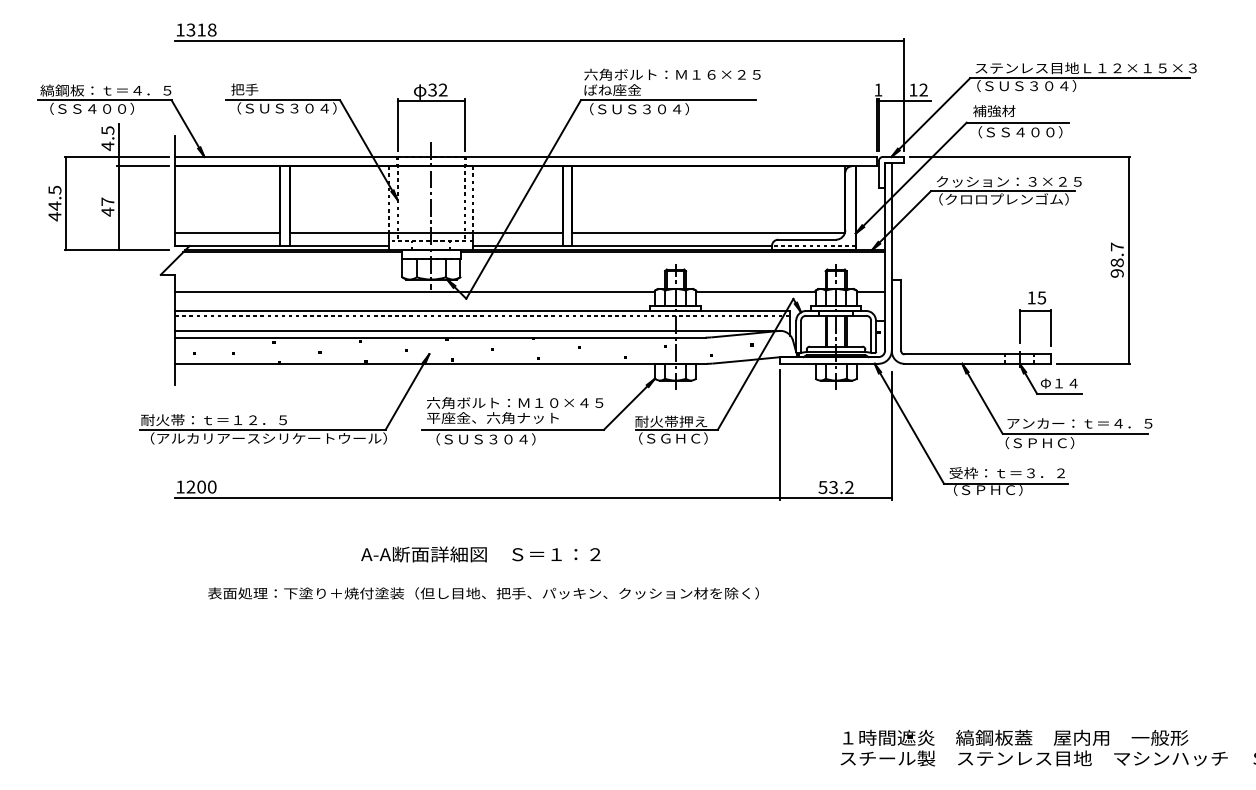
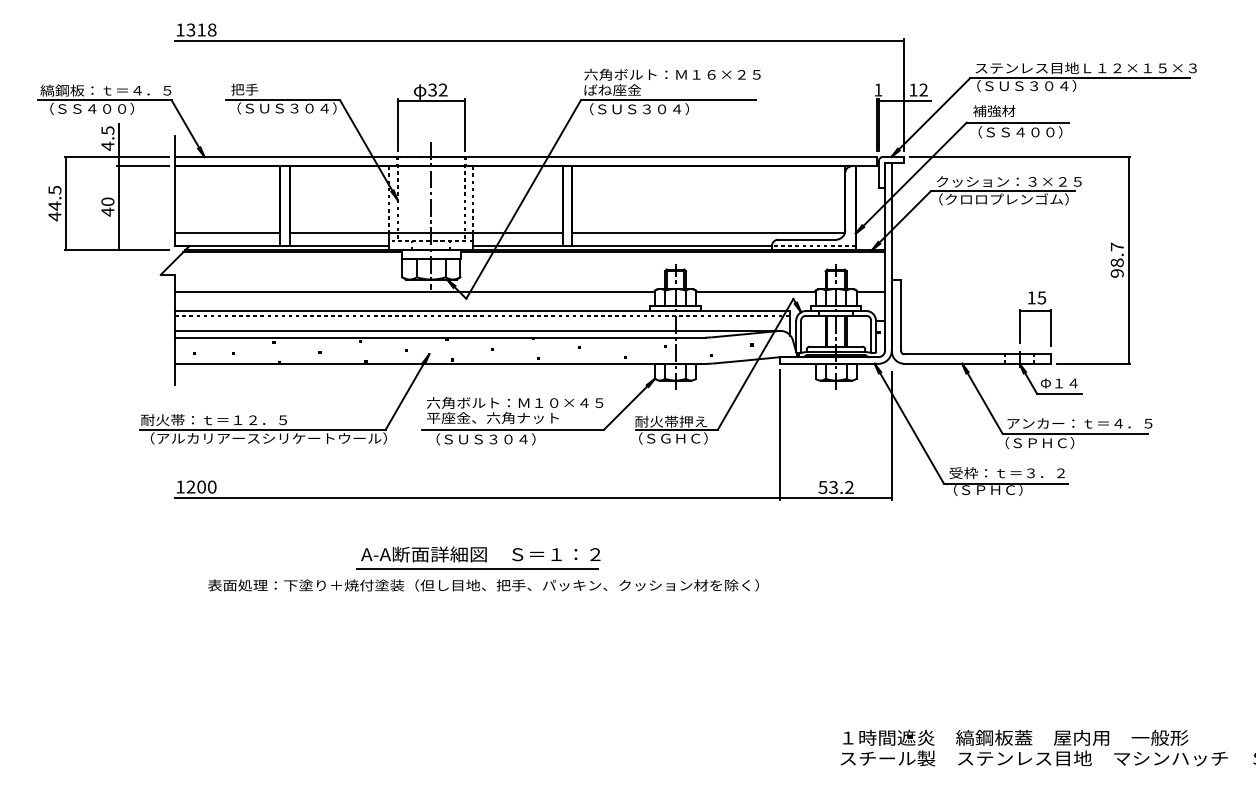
text at (107, 201): 47 -> 40
line at (477, 568): none -> present
text at (483, 593) position: (483, 593) -> (483, 585)
